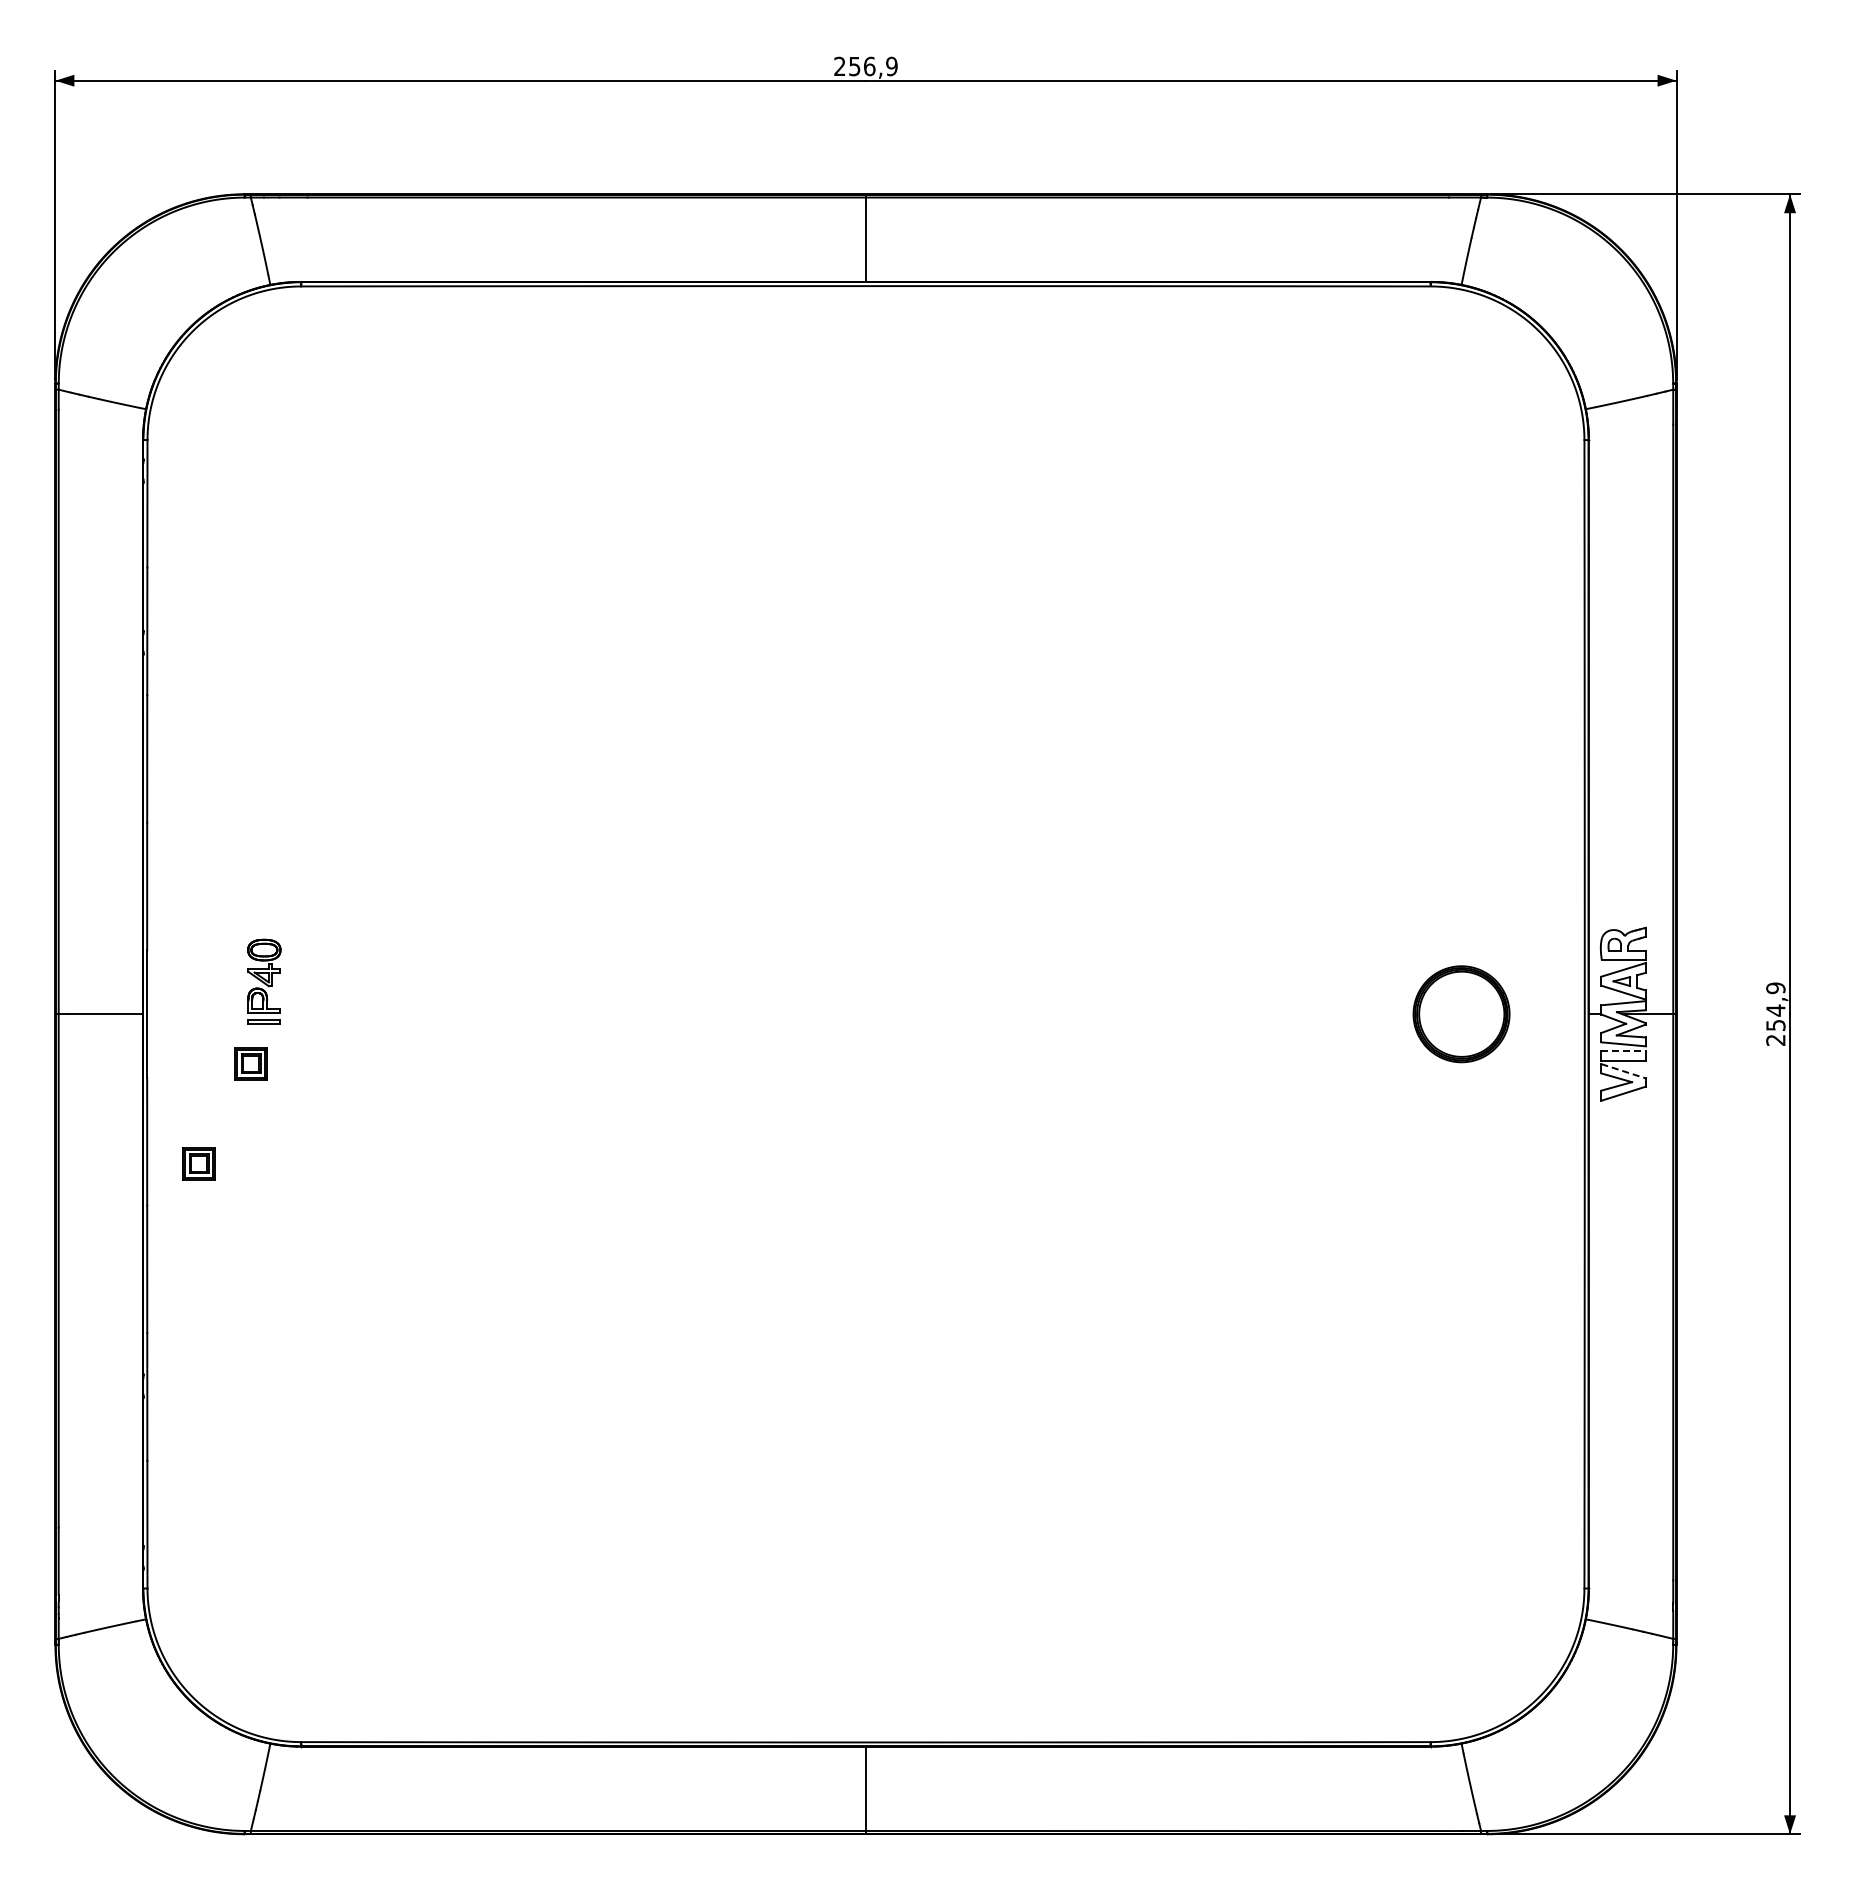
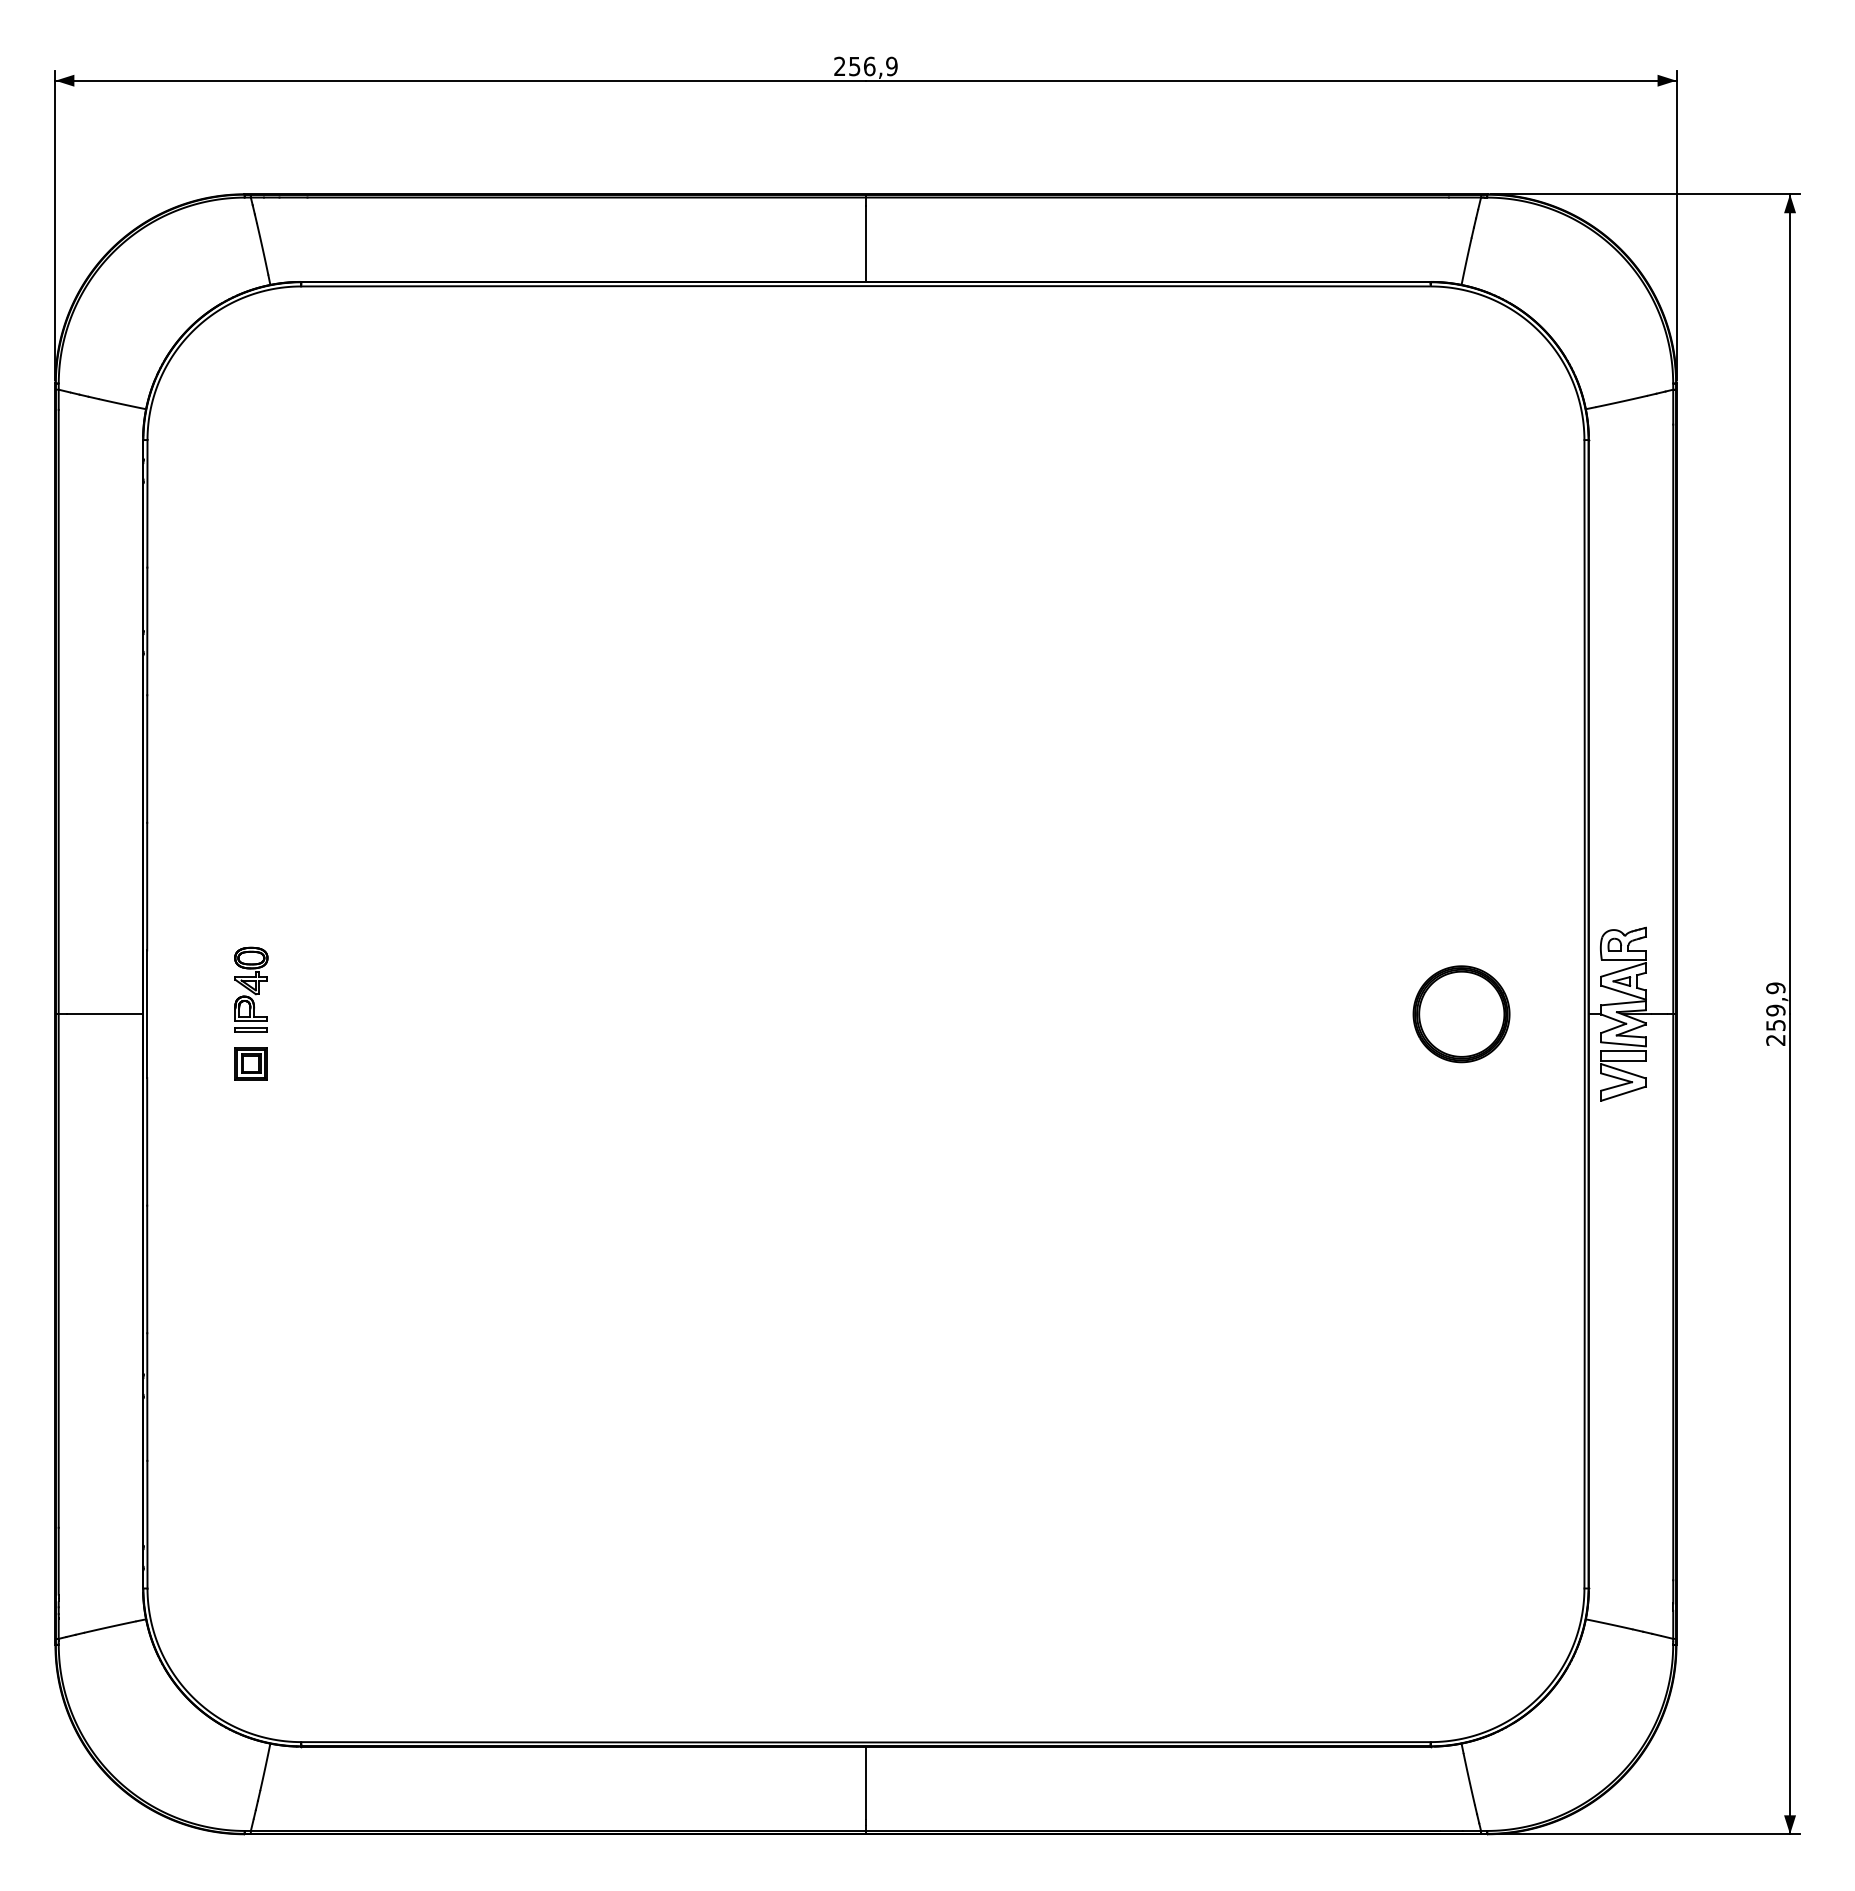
part at (264, 981) position: (264, 981) -> (251, 989)
text at (1775, 1010): 254,9 -> 259,9
line at (1624, 1051): dashed -> solid
line at (1624, 1071): dashed -> solid
part at (198, 1163): present -> none
